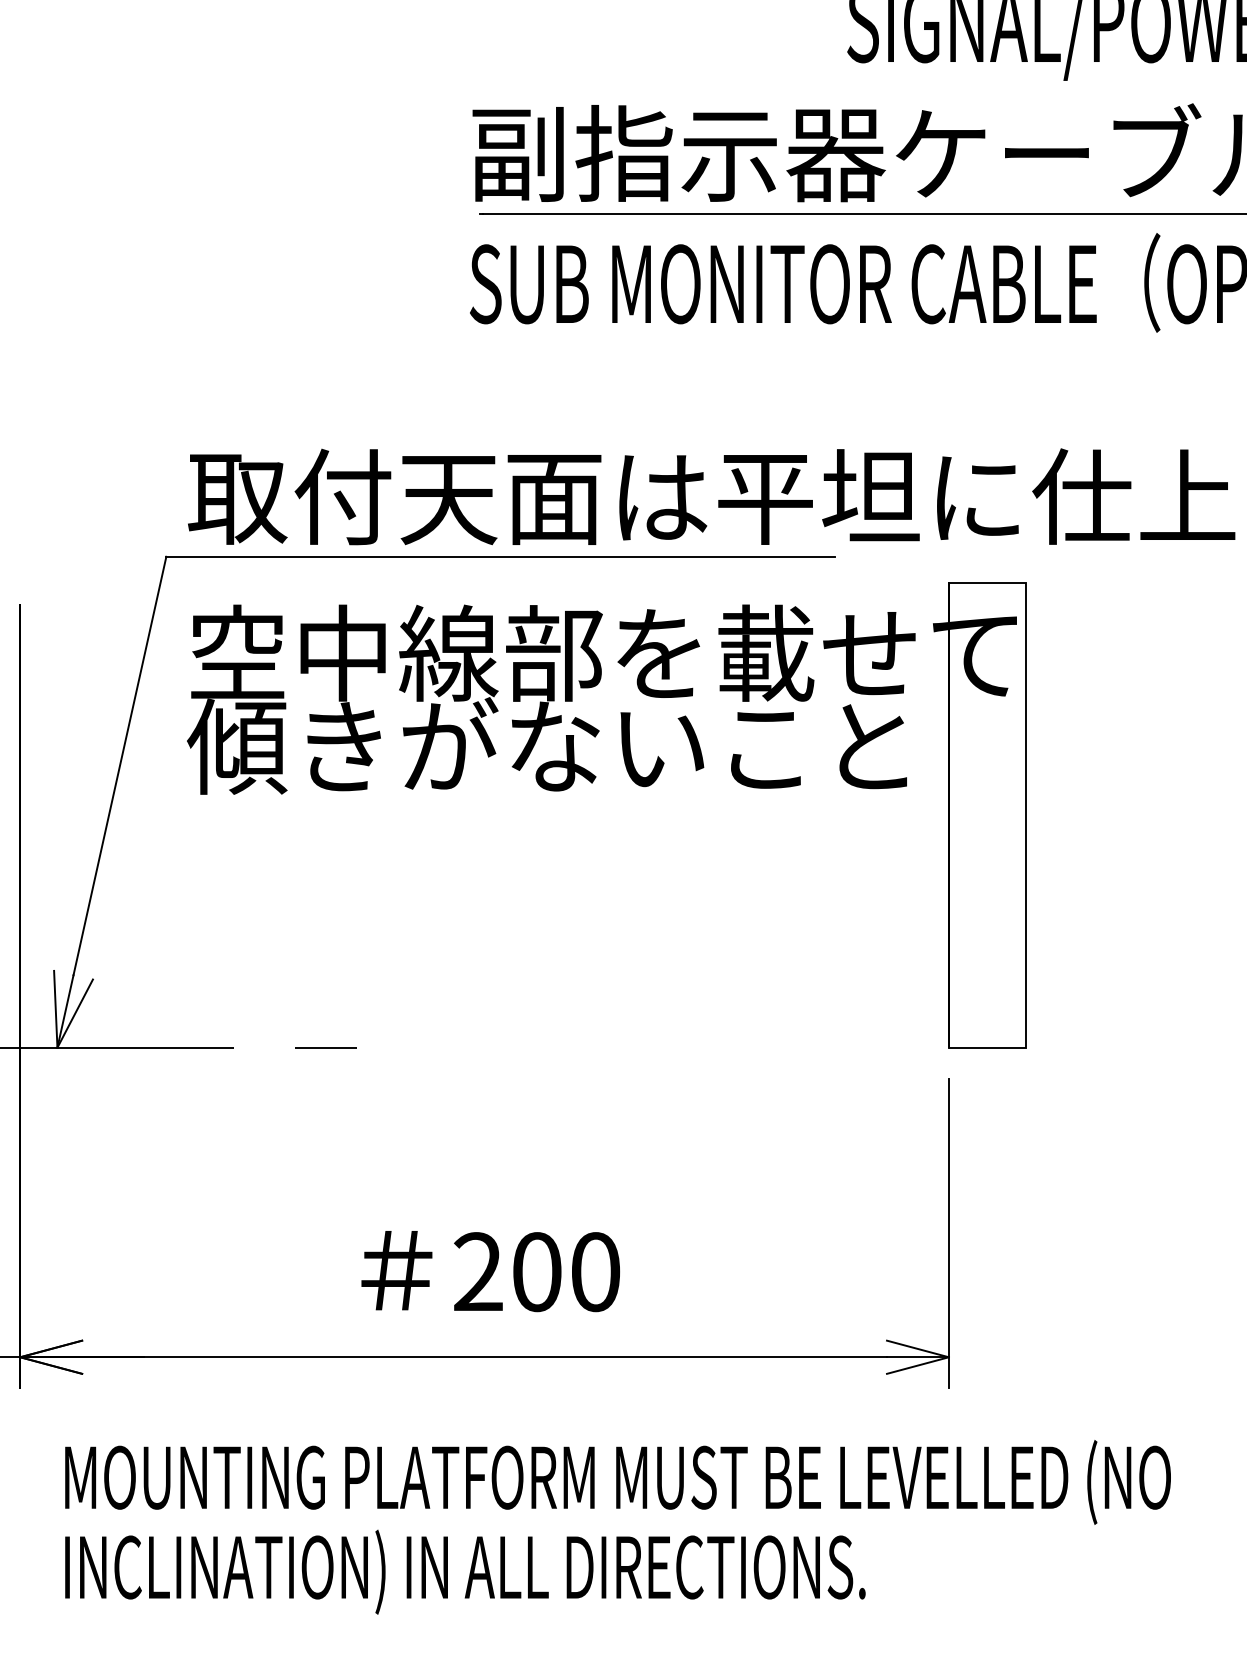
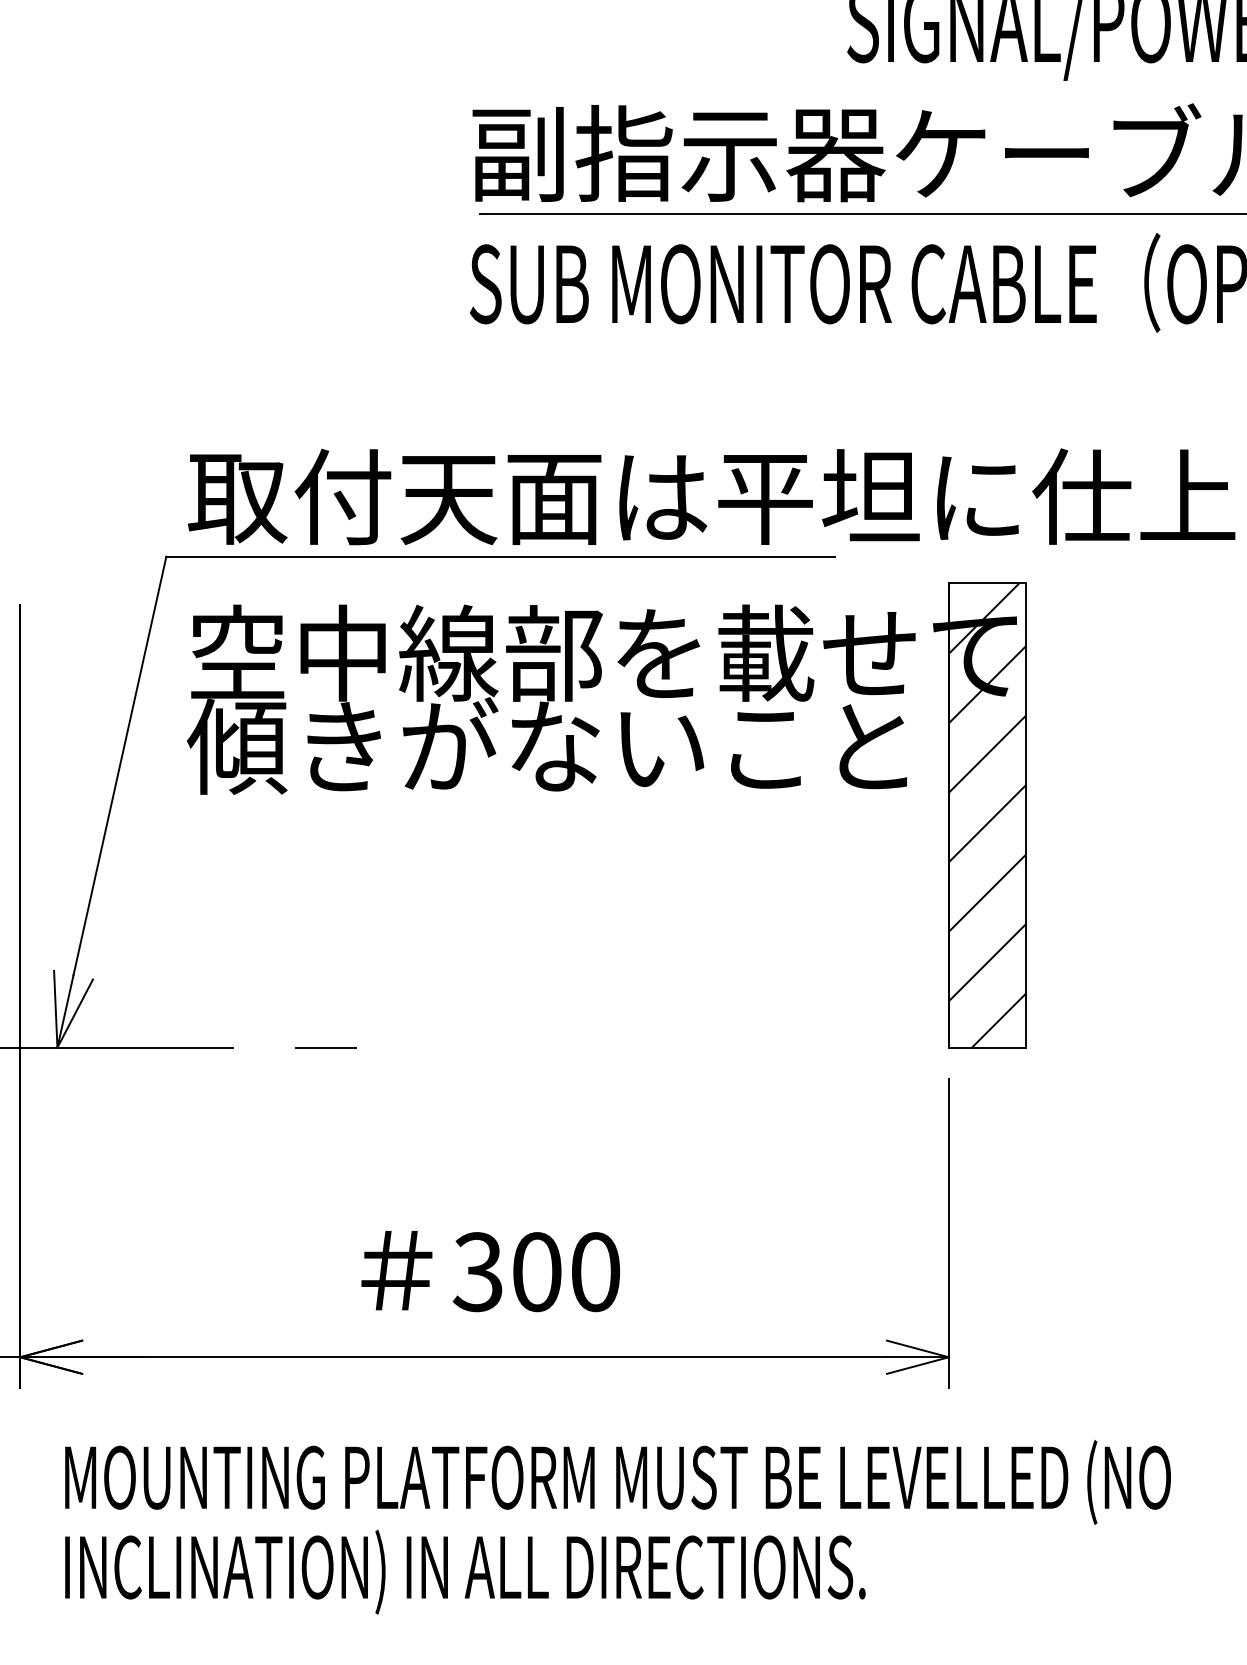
hatch at (987, 815): none -> present
text at (477, 1272): 200 -> 300
